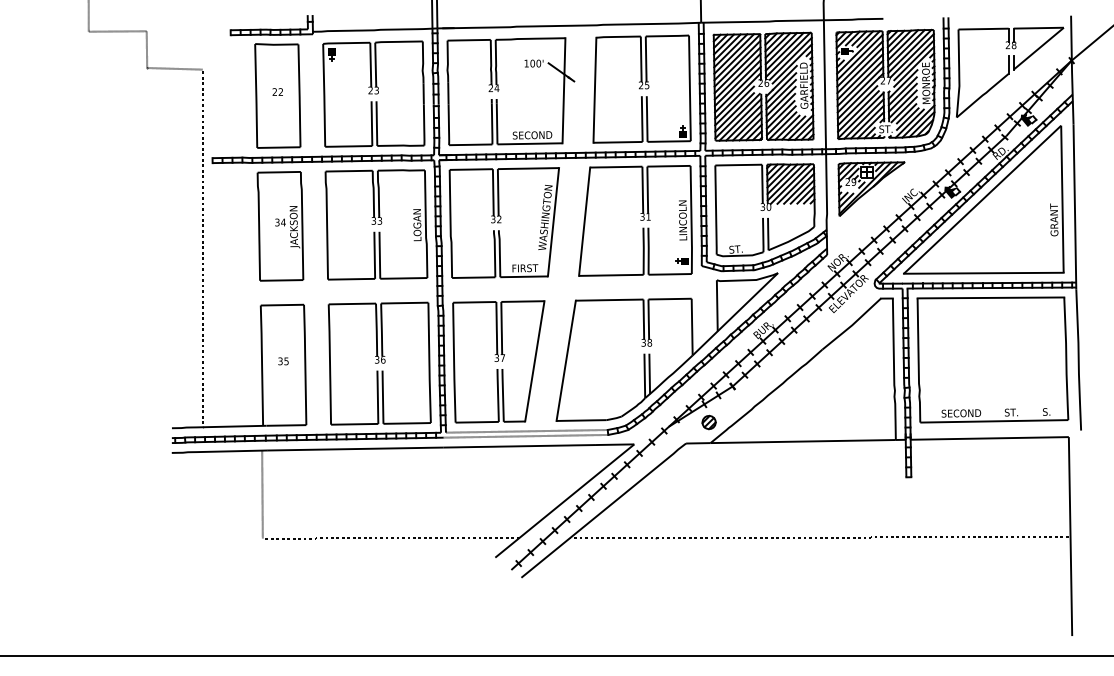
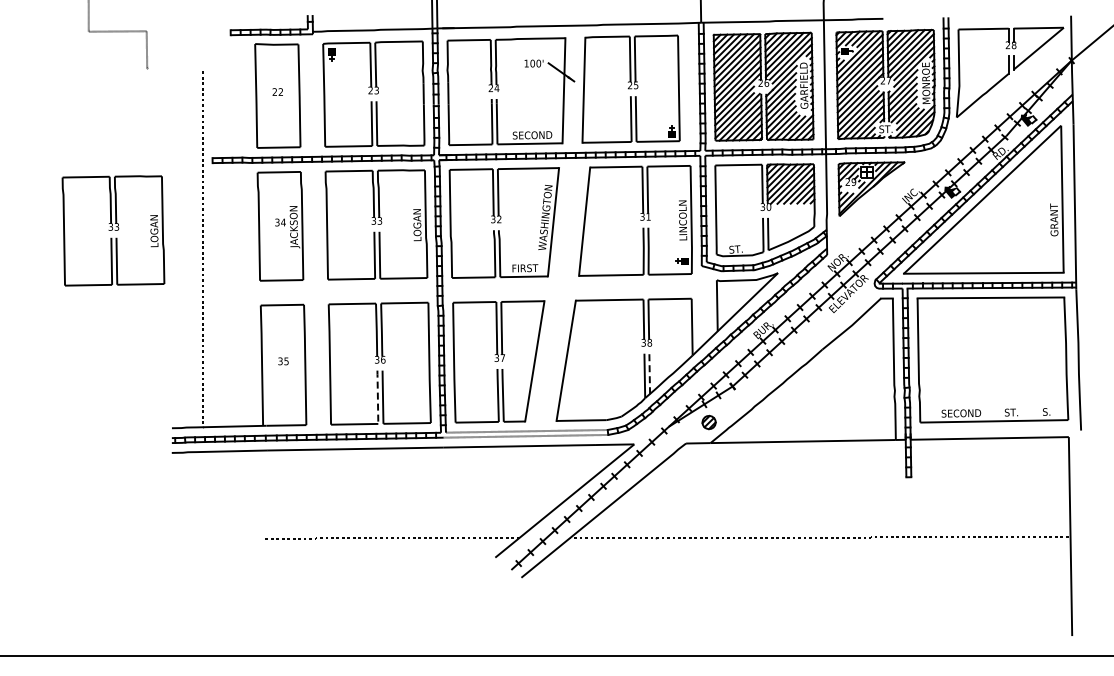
line at (174, 68): present -> none
part at (641, 88) position: (641, 88) -> (630, 88)
part at (113, 230): none -> present
line at (649, 373): solid -> dashed
line at (377, 396): solid -> dashed
line at (262, 494): present -> none
